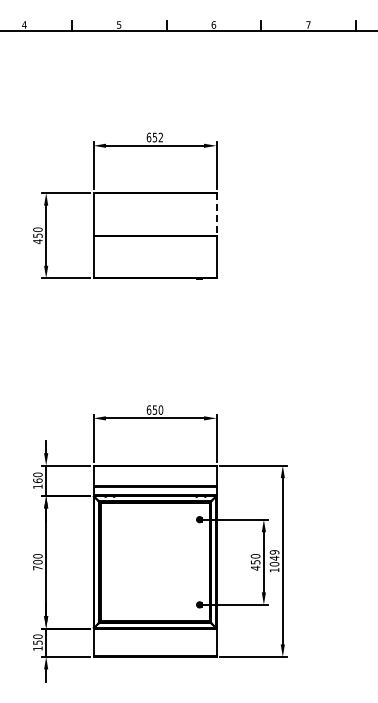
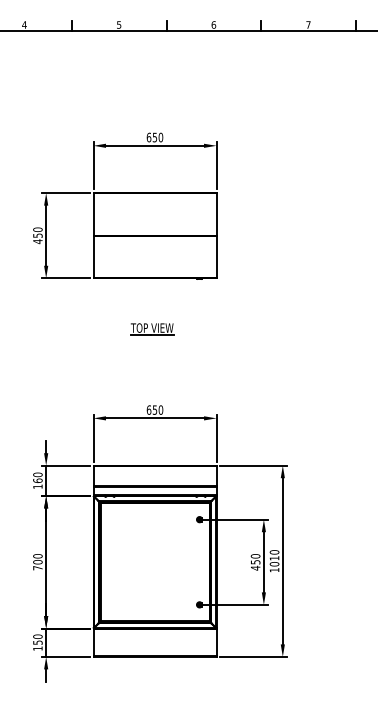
text at (160, 137): 652 -> 650
line at (216, 214): dashed -> solid
part at (152, 329): none -> present
text at (274, 555): 1049 -> 1010
